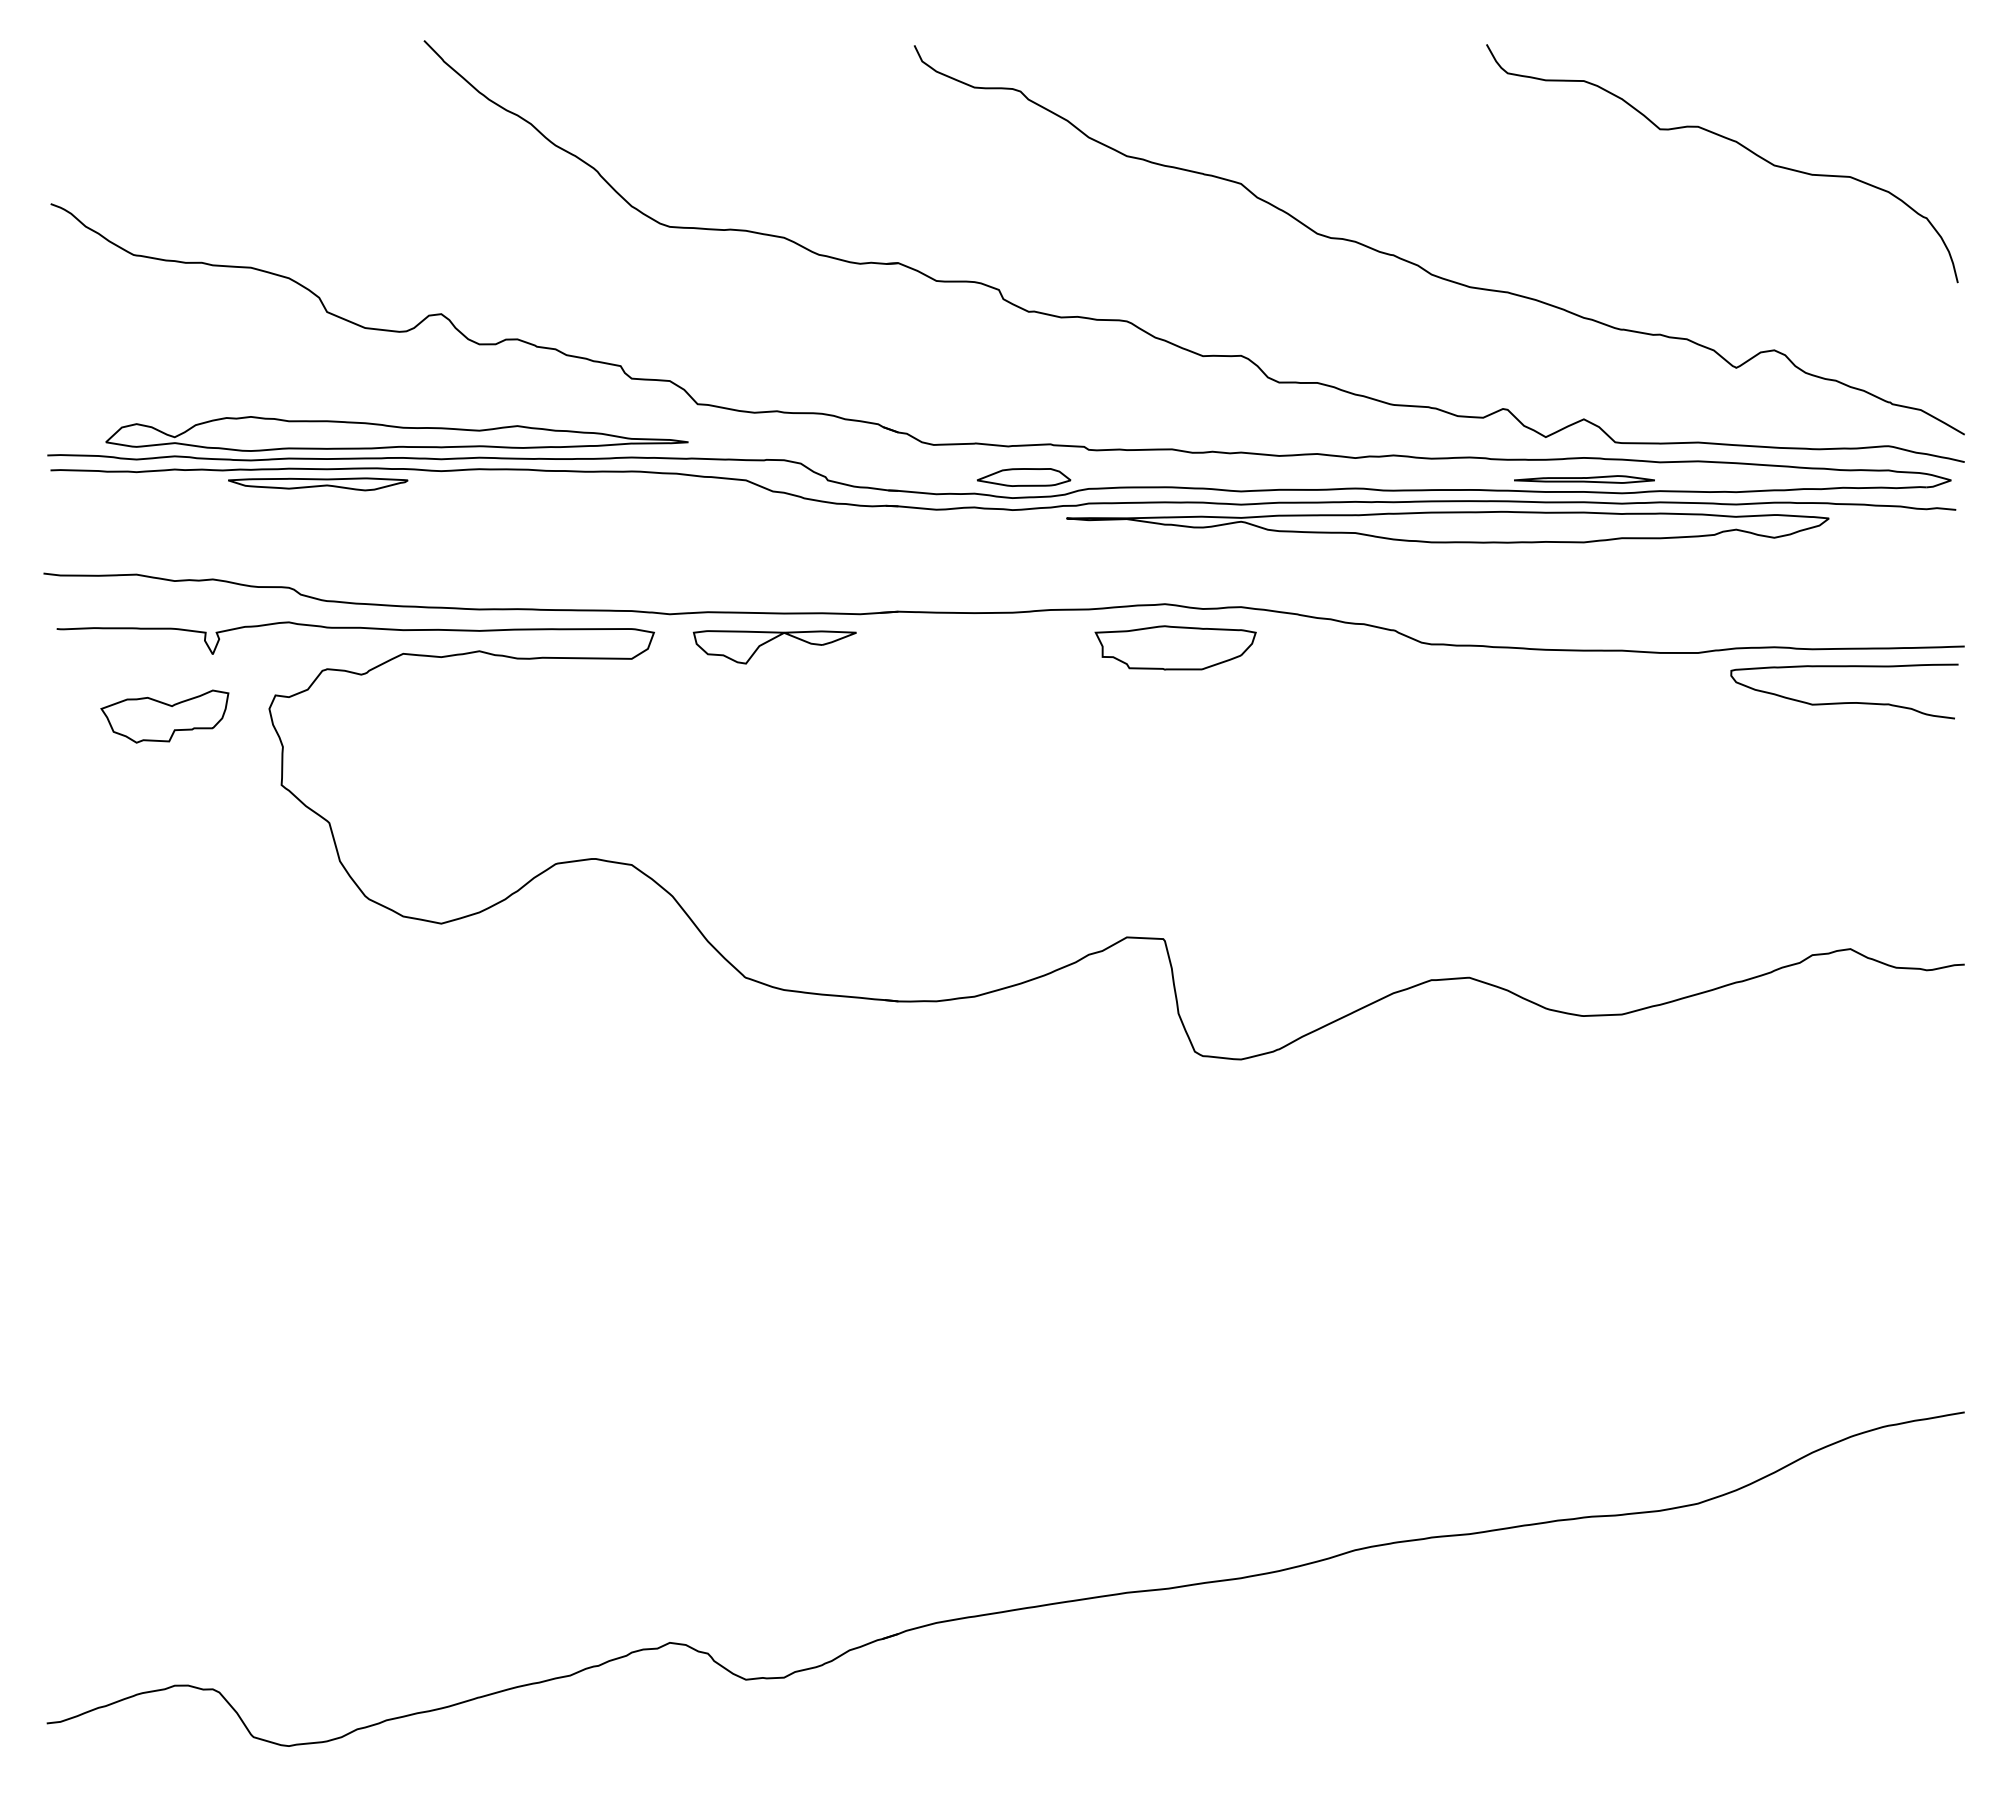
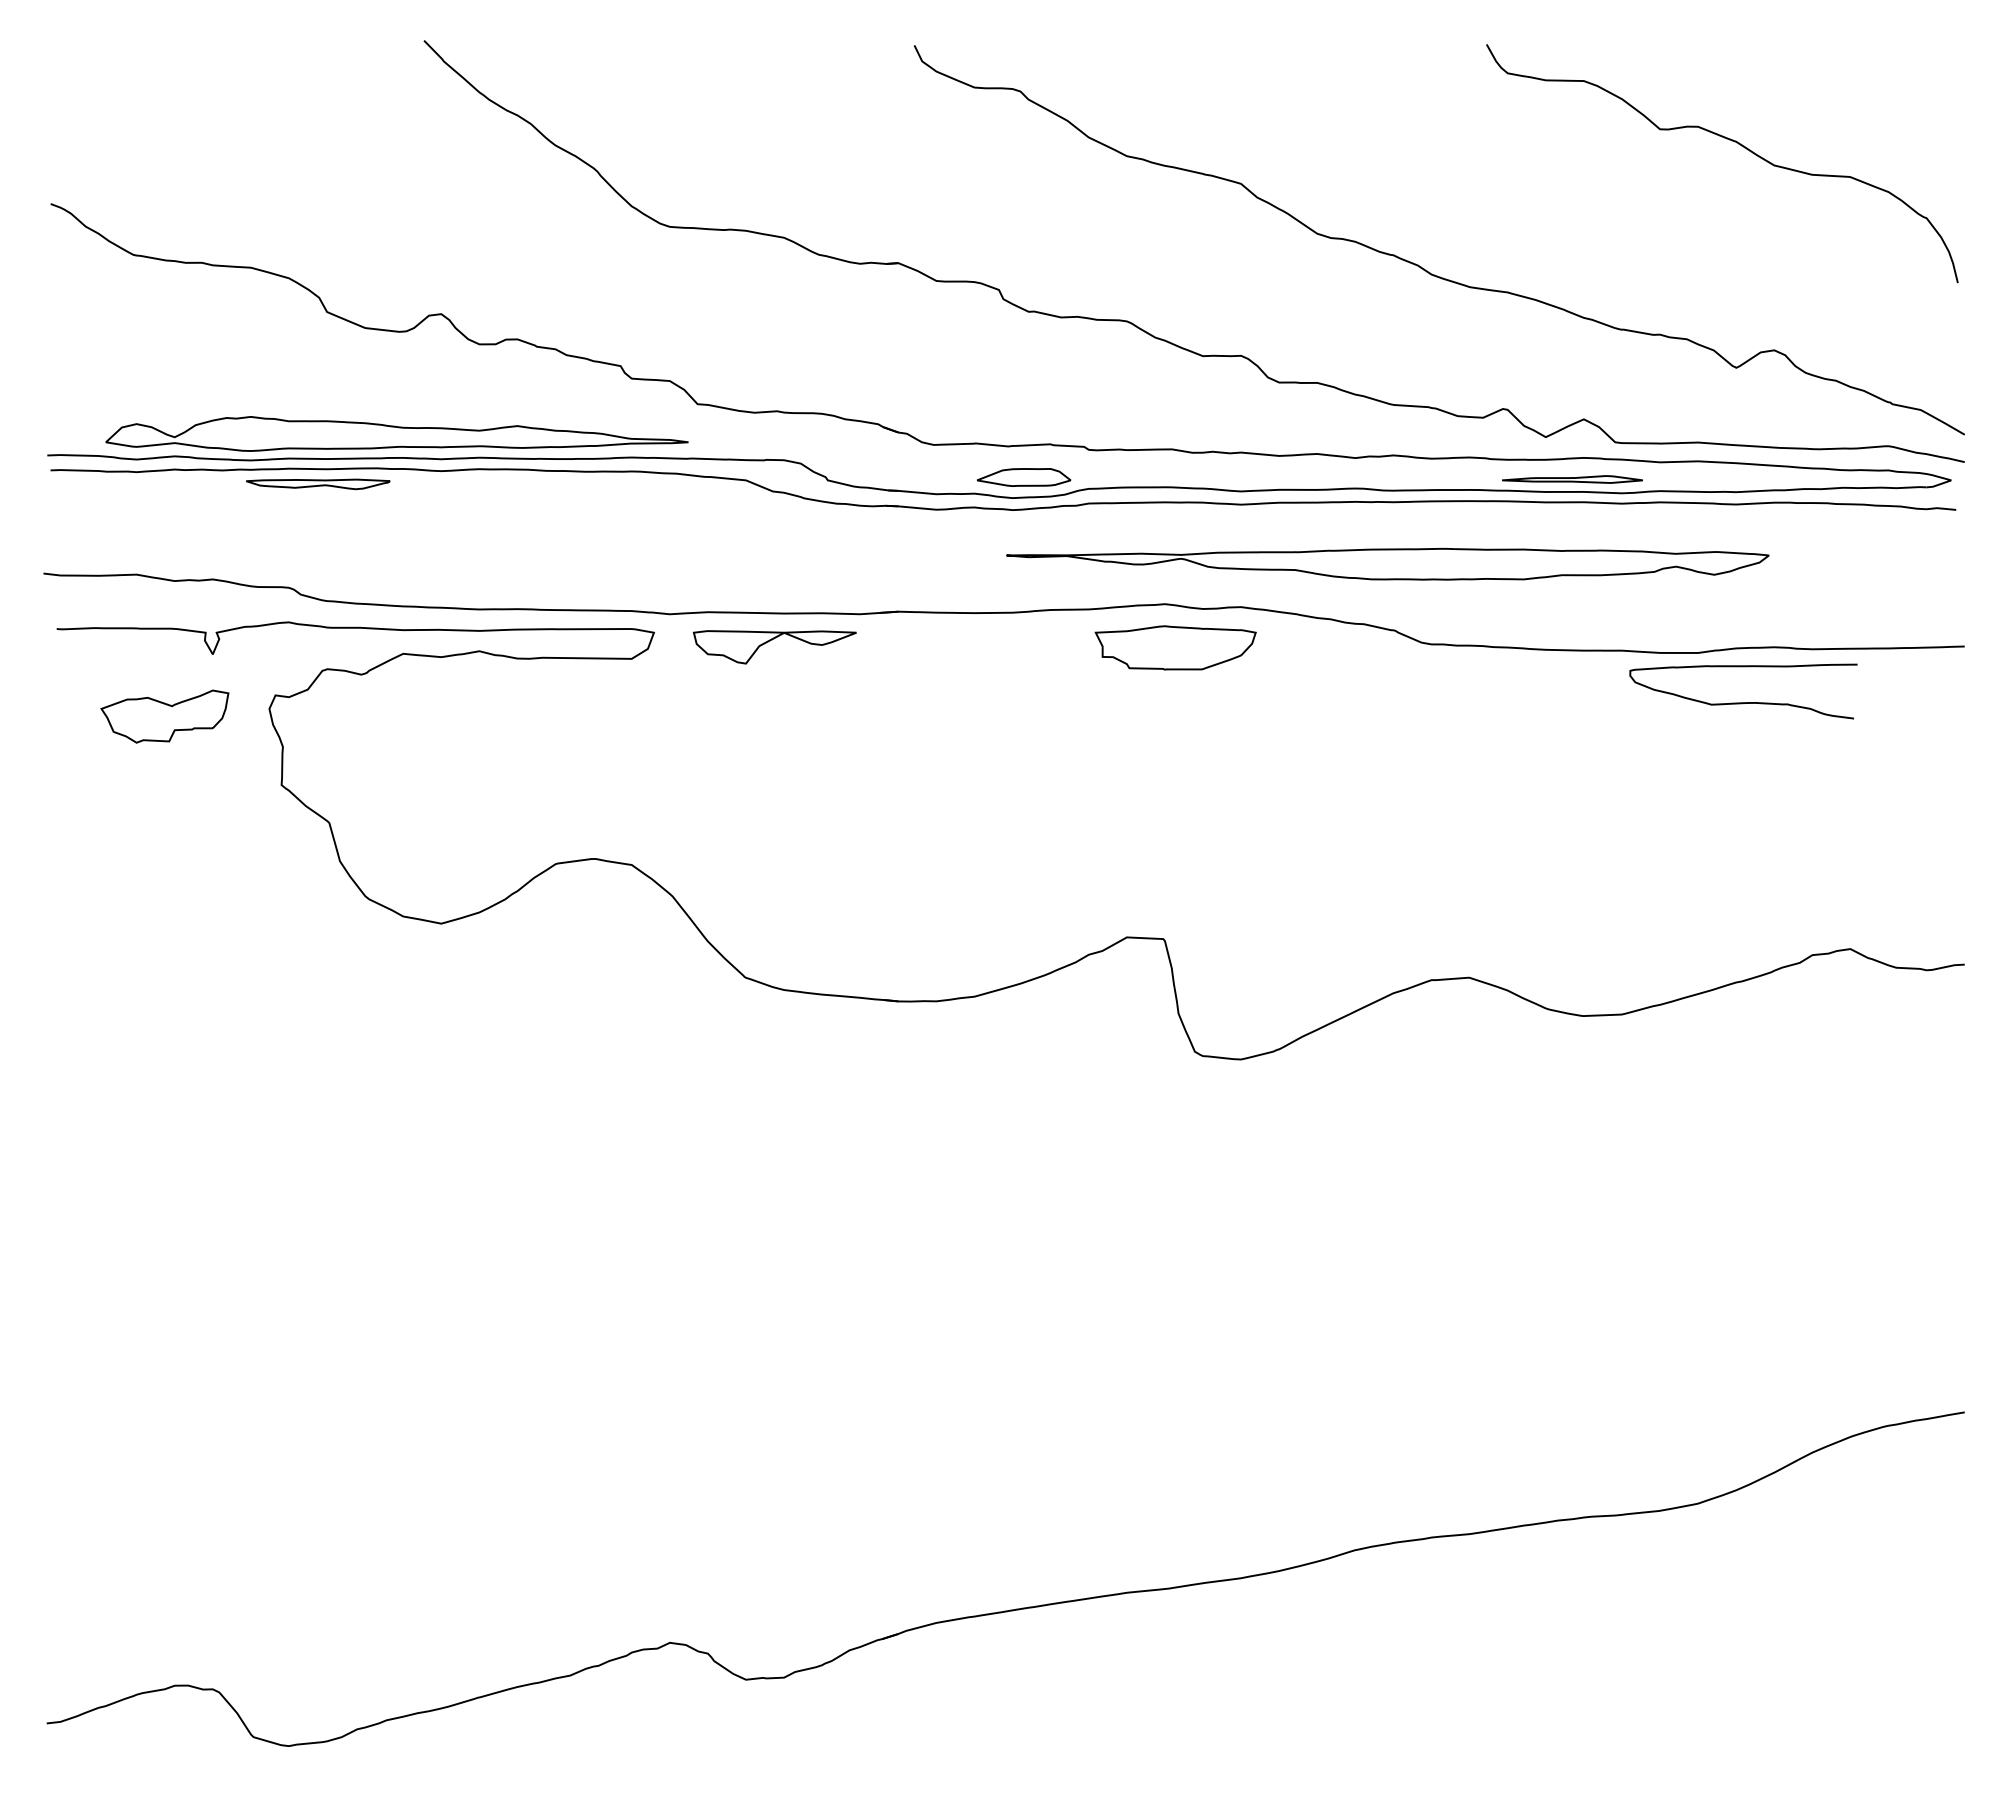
part at (1584, 479) position: (1584, 479) -> (1572, 479)
part at (318, 484) size: 181x15 px -> 145x13 px
part at (1447, 526) position: (1447, 526) -> (1387, 563)
curve at (1844, 702) position: (1844, 702) -> (1743, 702)
